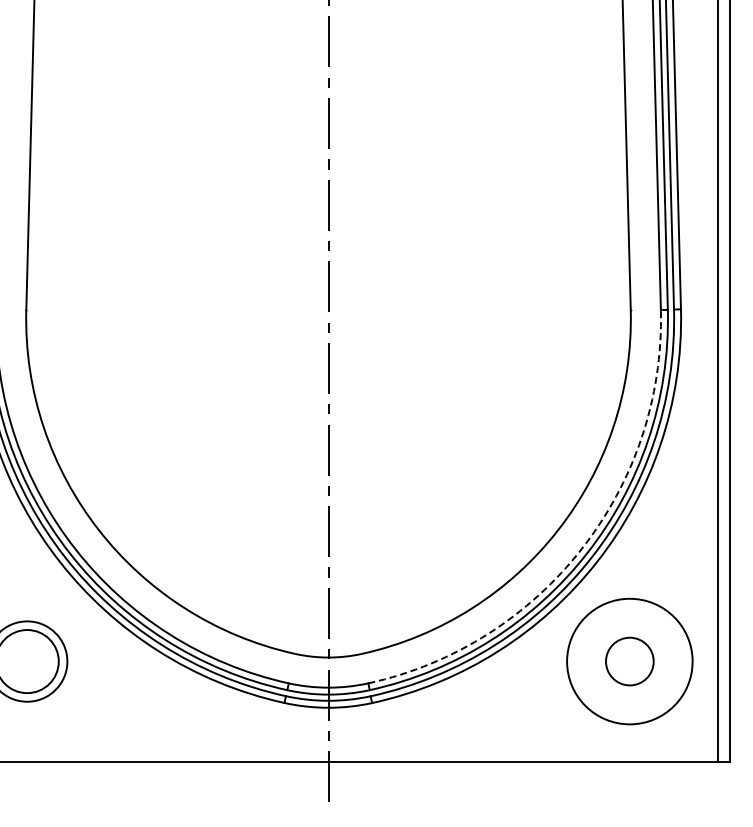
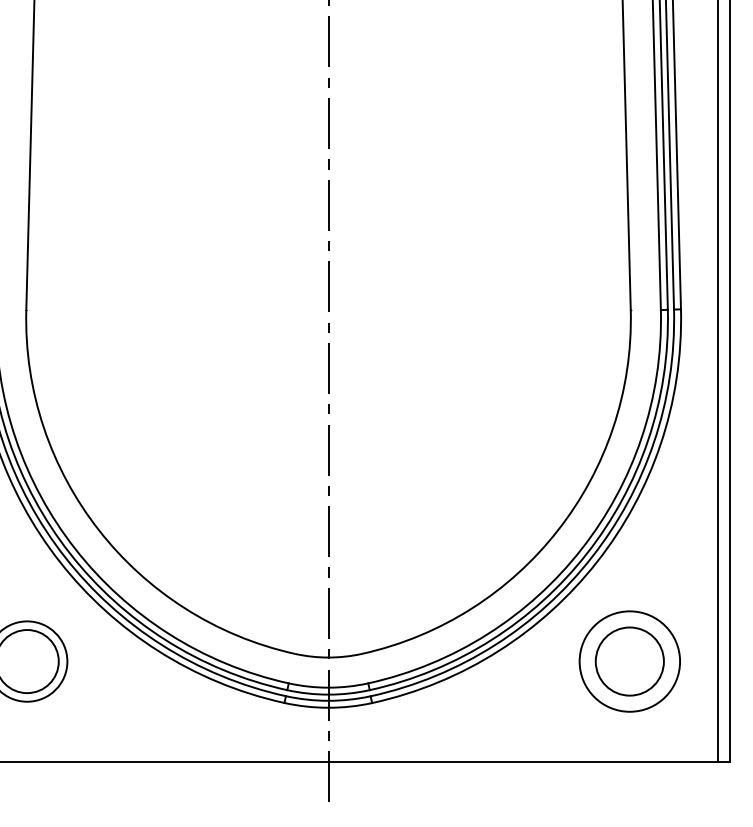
arc at (581, 549): dashed -> solid
circle at (629, 661) diameter: 126 px -> 100 px
circle at (629, 661) diameter: 48 px -> 68 px
